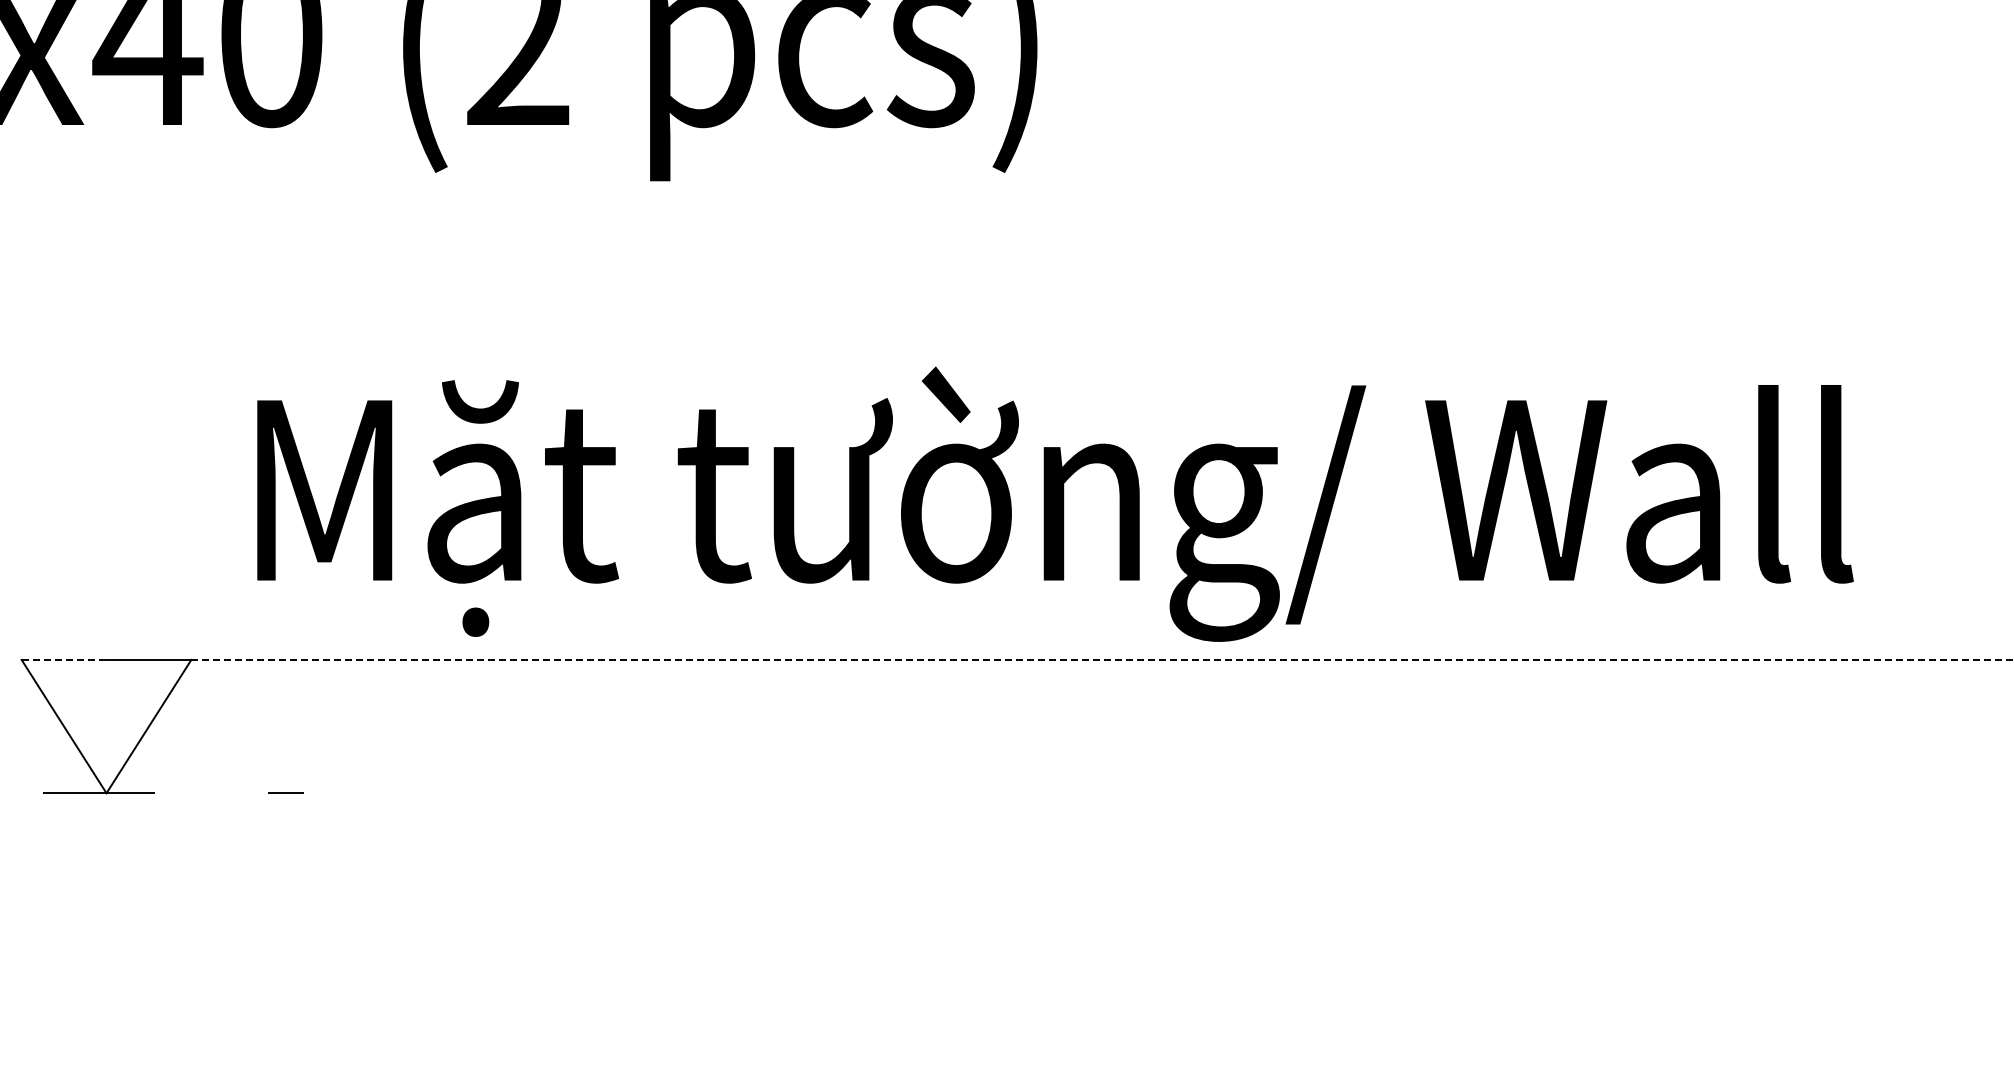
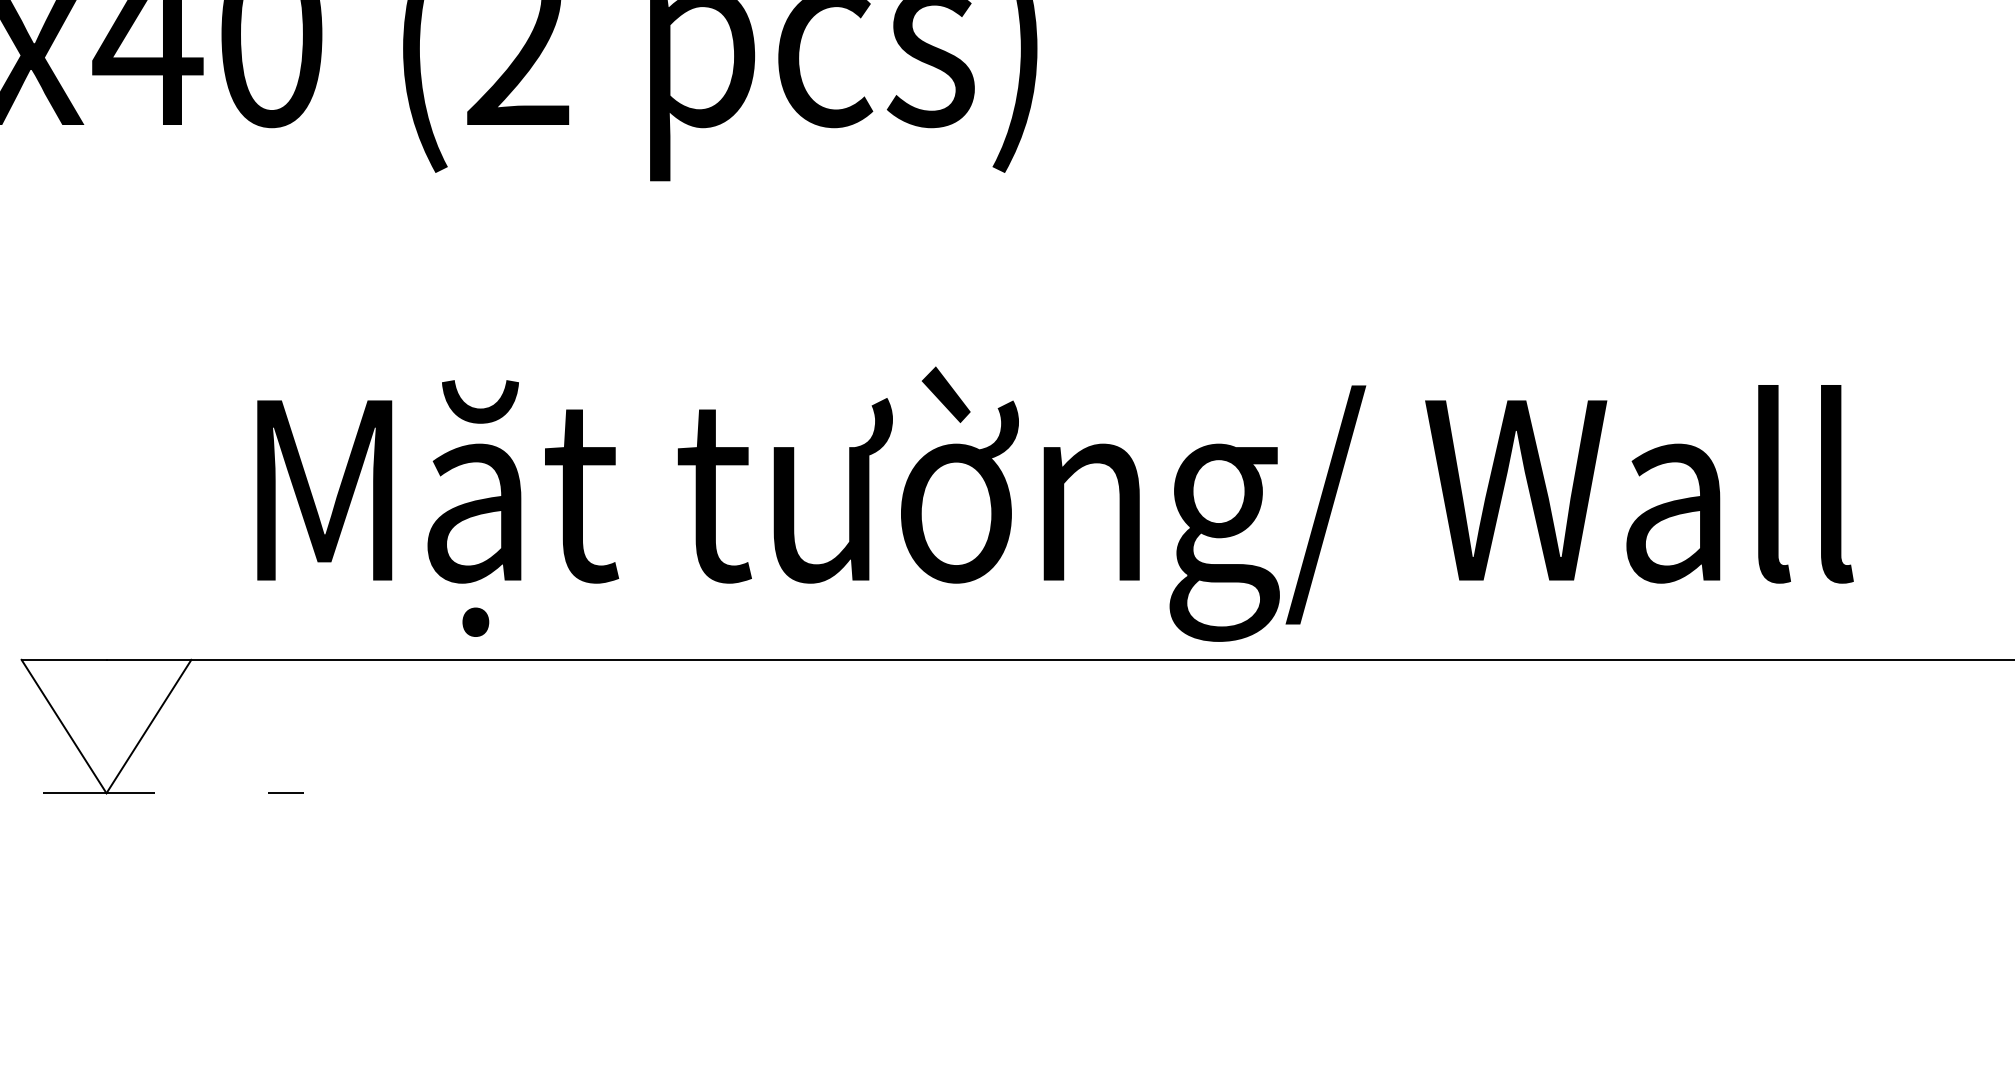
line at (64, 659): dashed -> solid
line at (1103, 659): dashed -> solid
